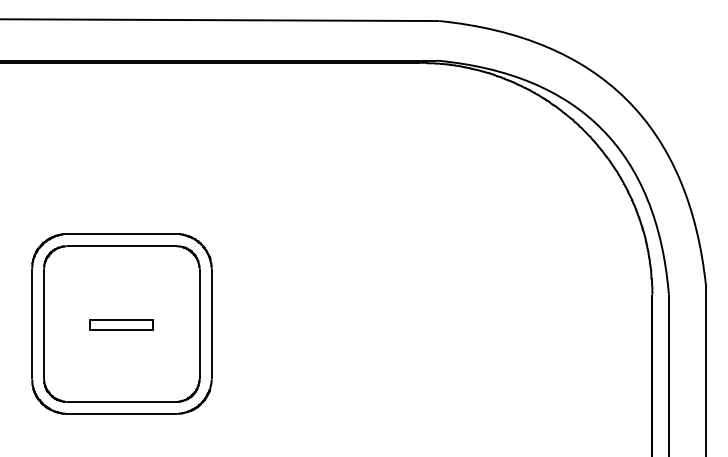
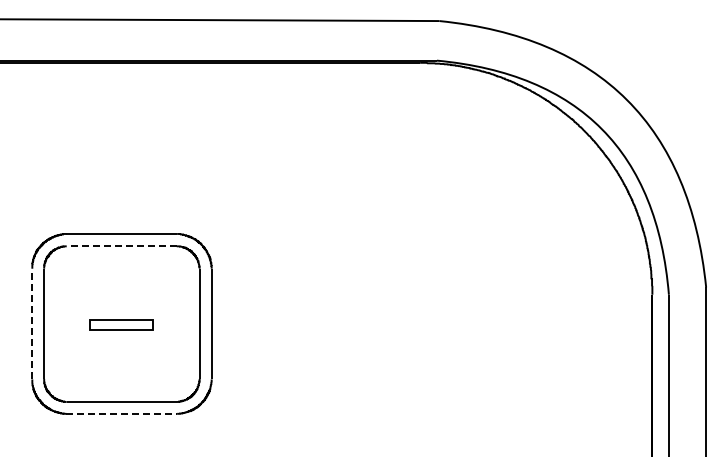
line at (121, 246): solid -> dashed
line at (32, 323): solid -> dashed
line at (122, 413): solid -> dashed
